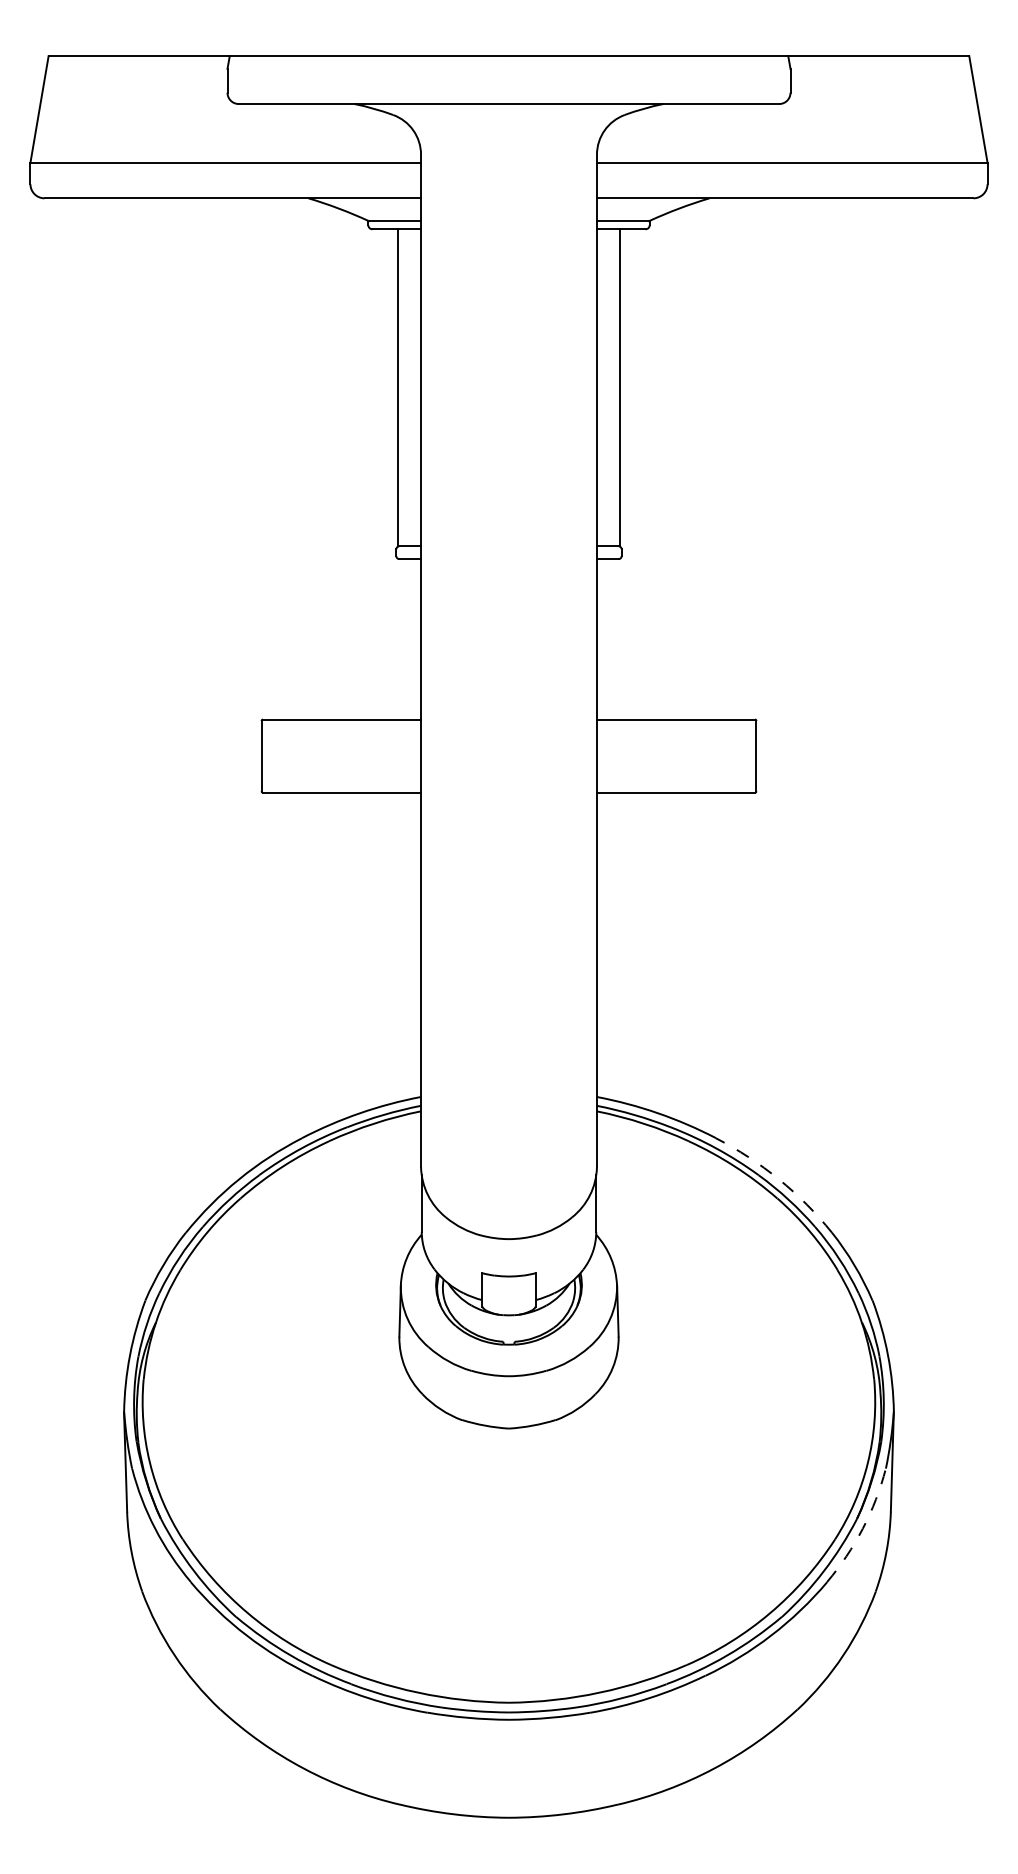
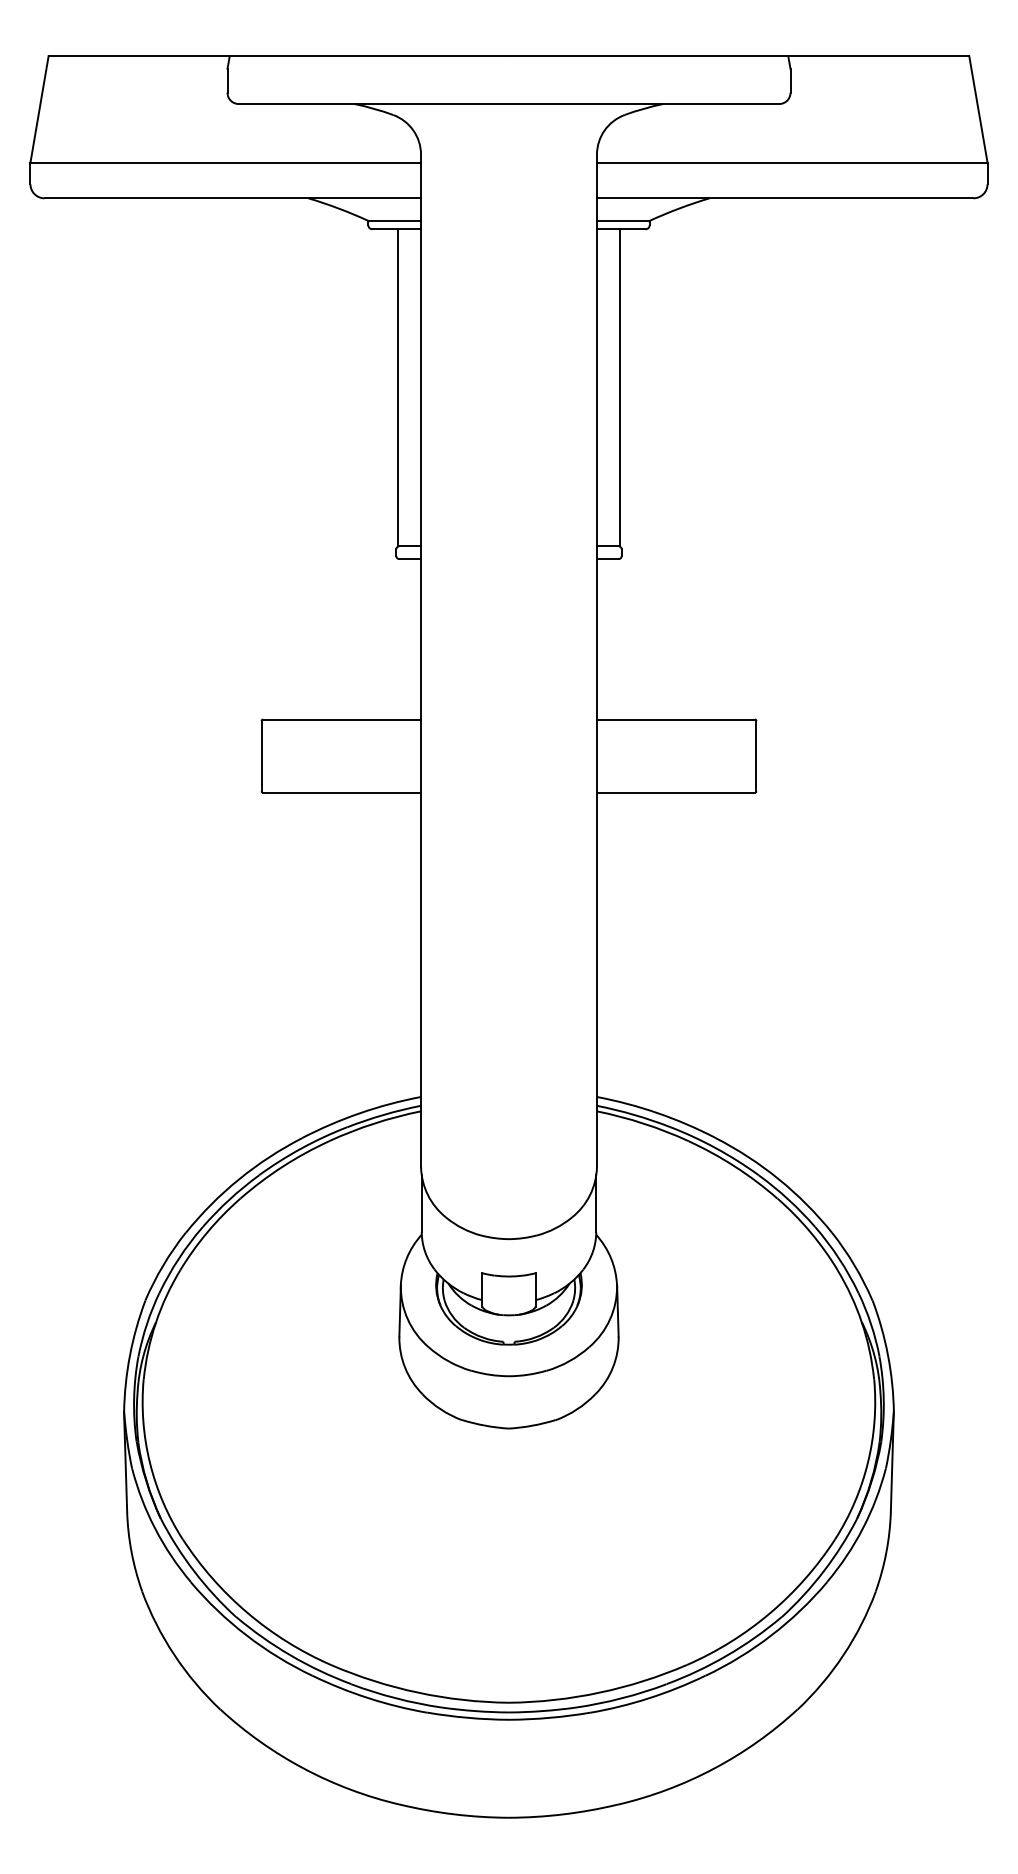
arc at (778, 1179): dashed -> solid
arc at (862, 1528): dashed -> solid
